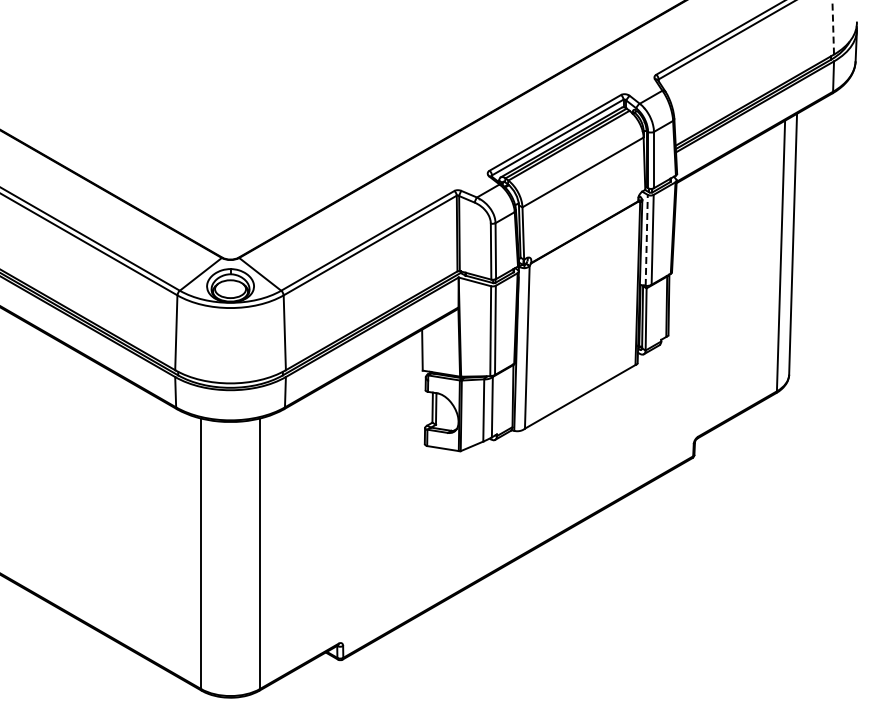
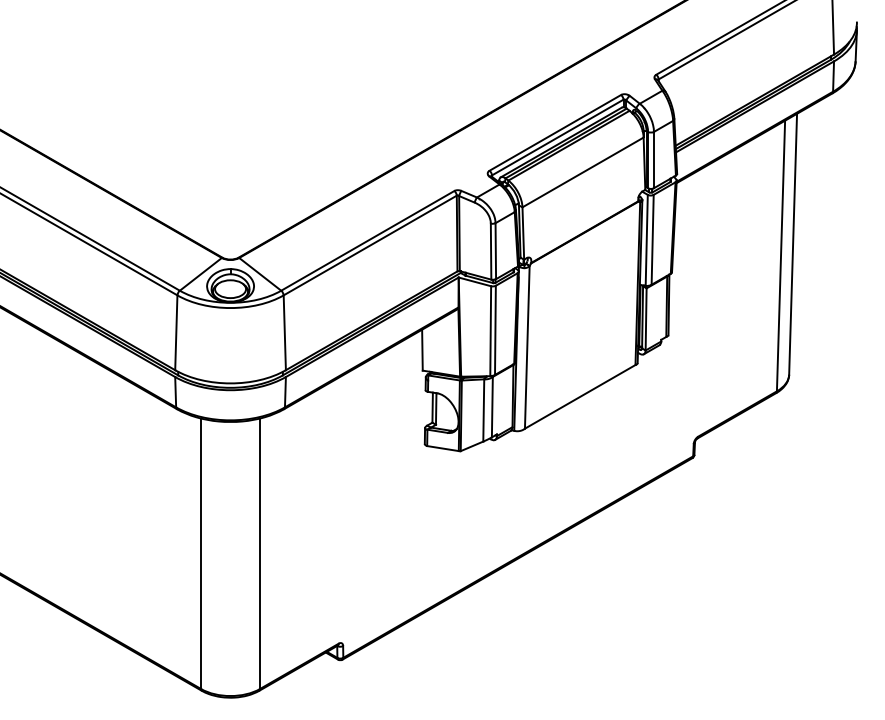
line at (833, 27): dashed -> solid
line at (646, 240): dashed -> solid
